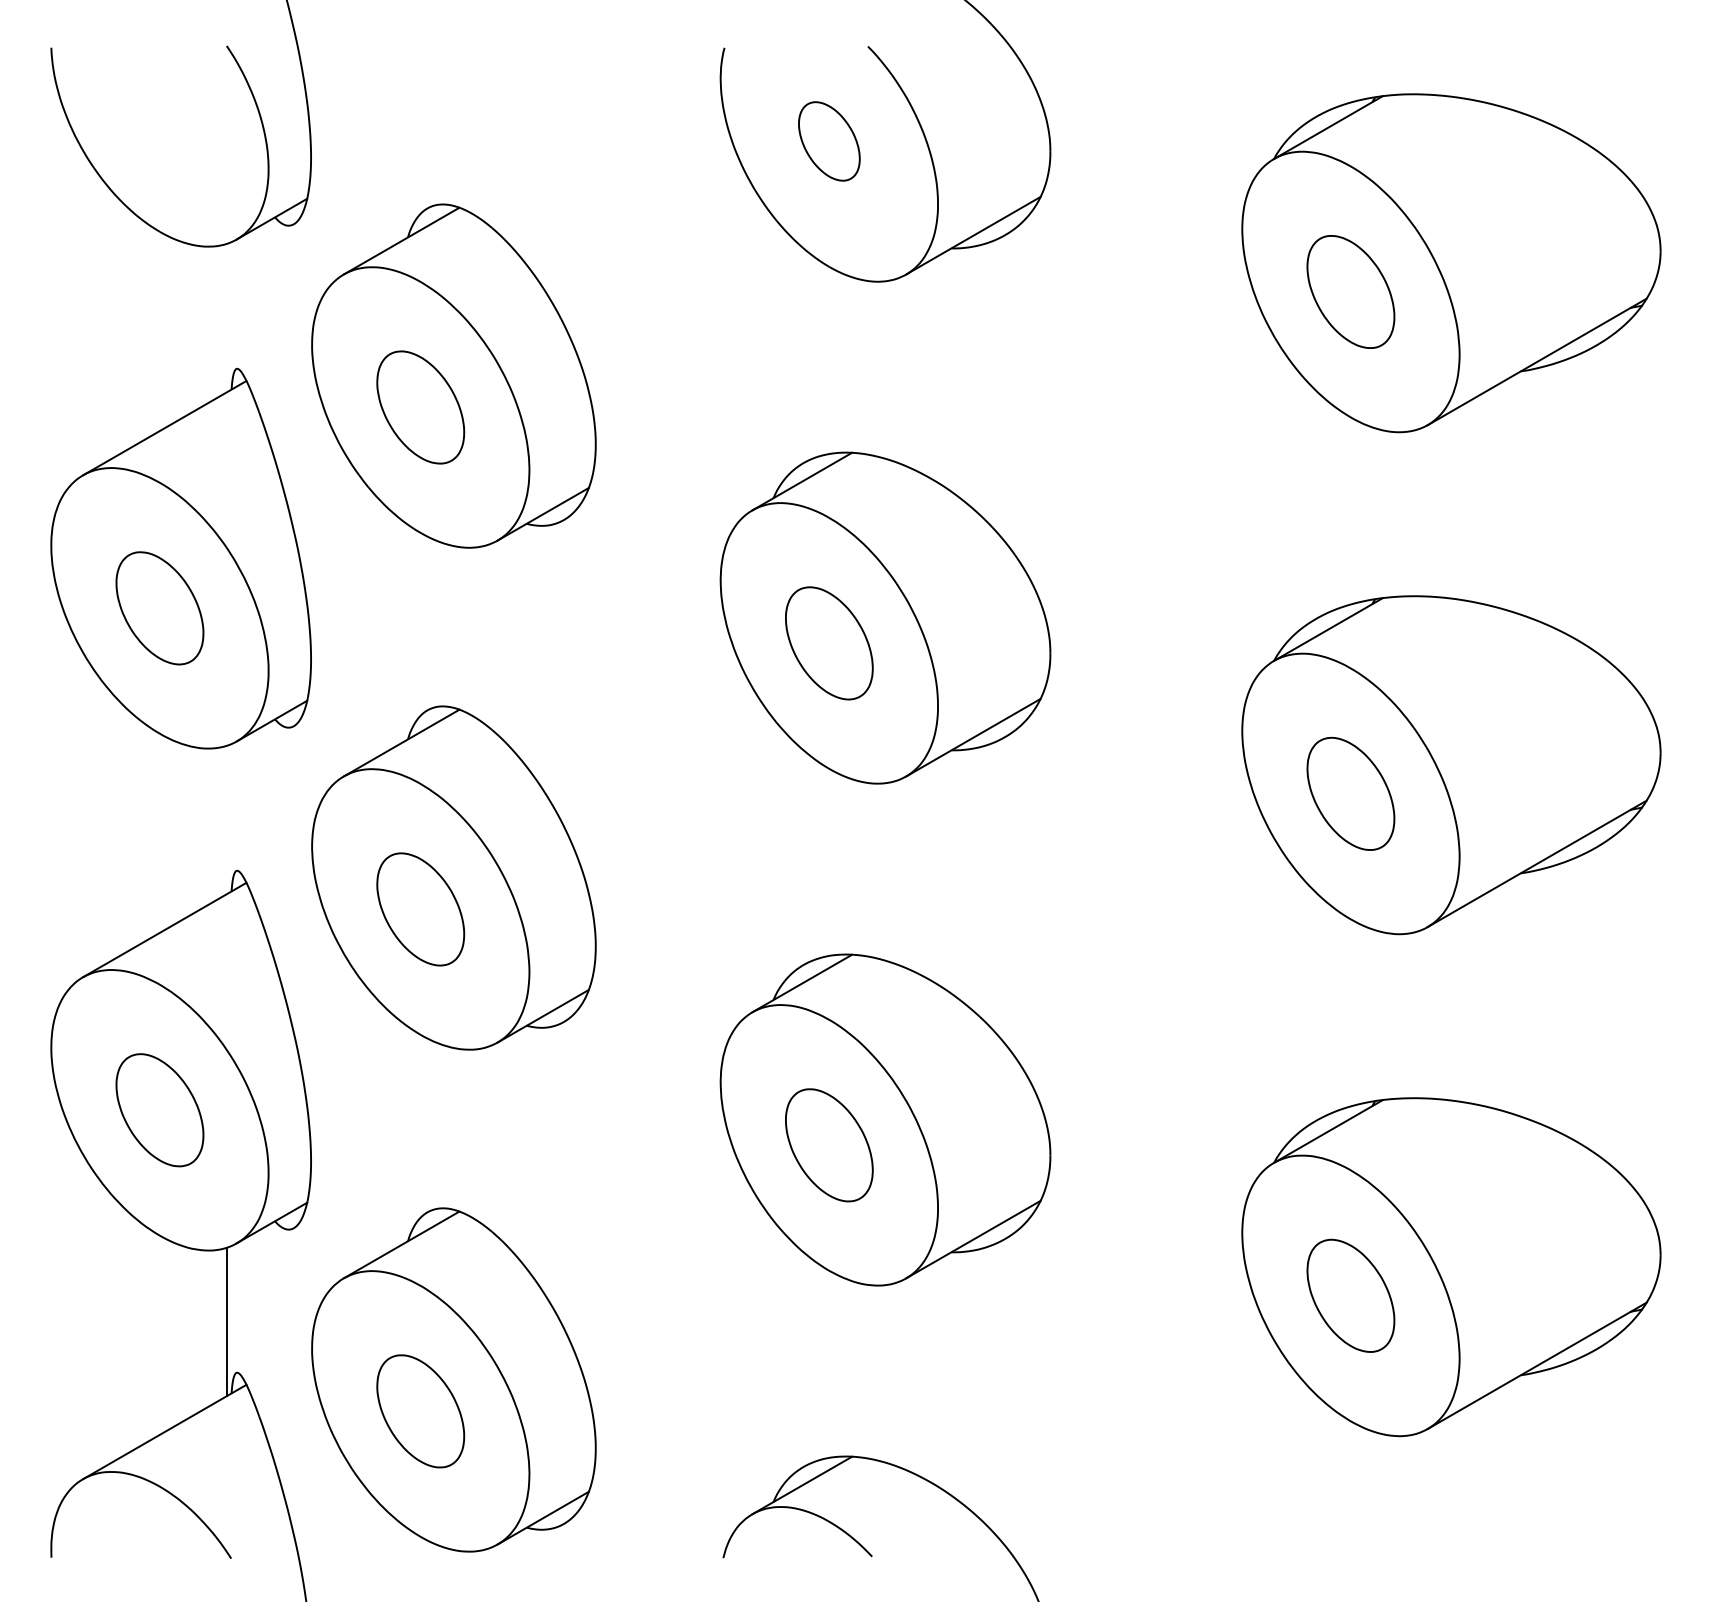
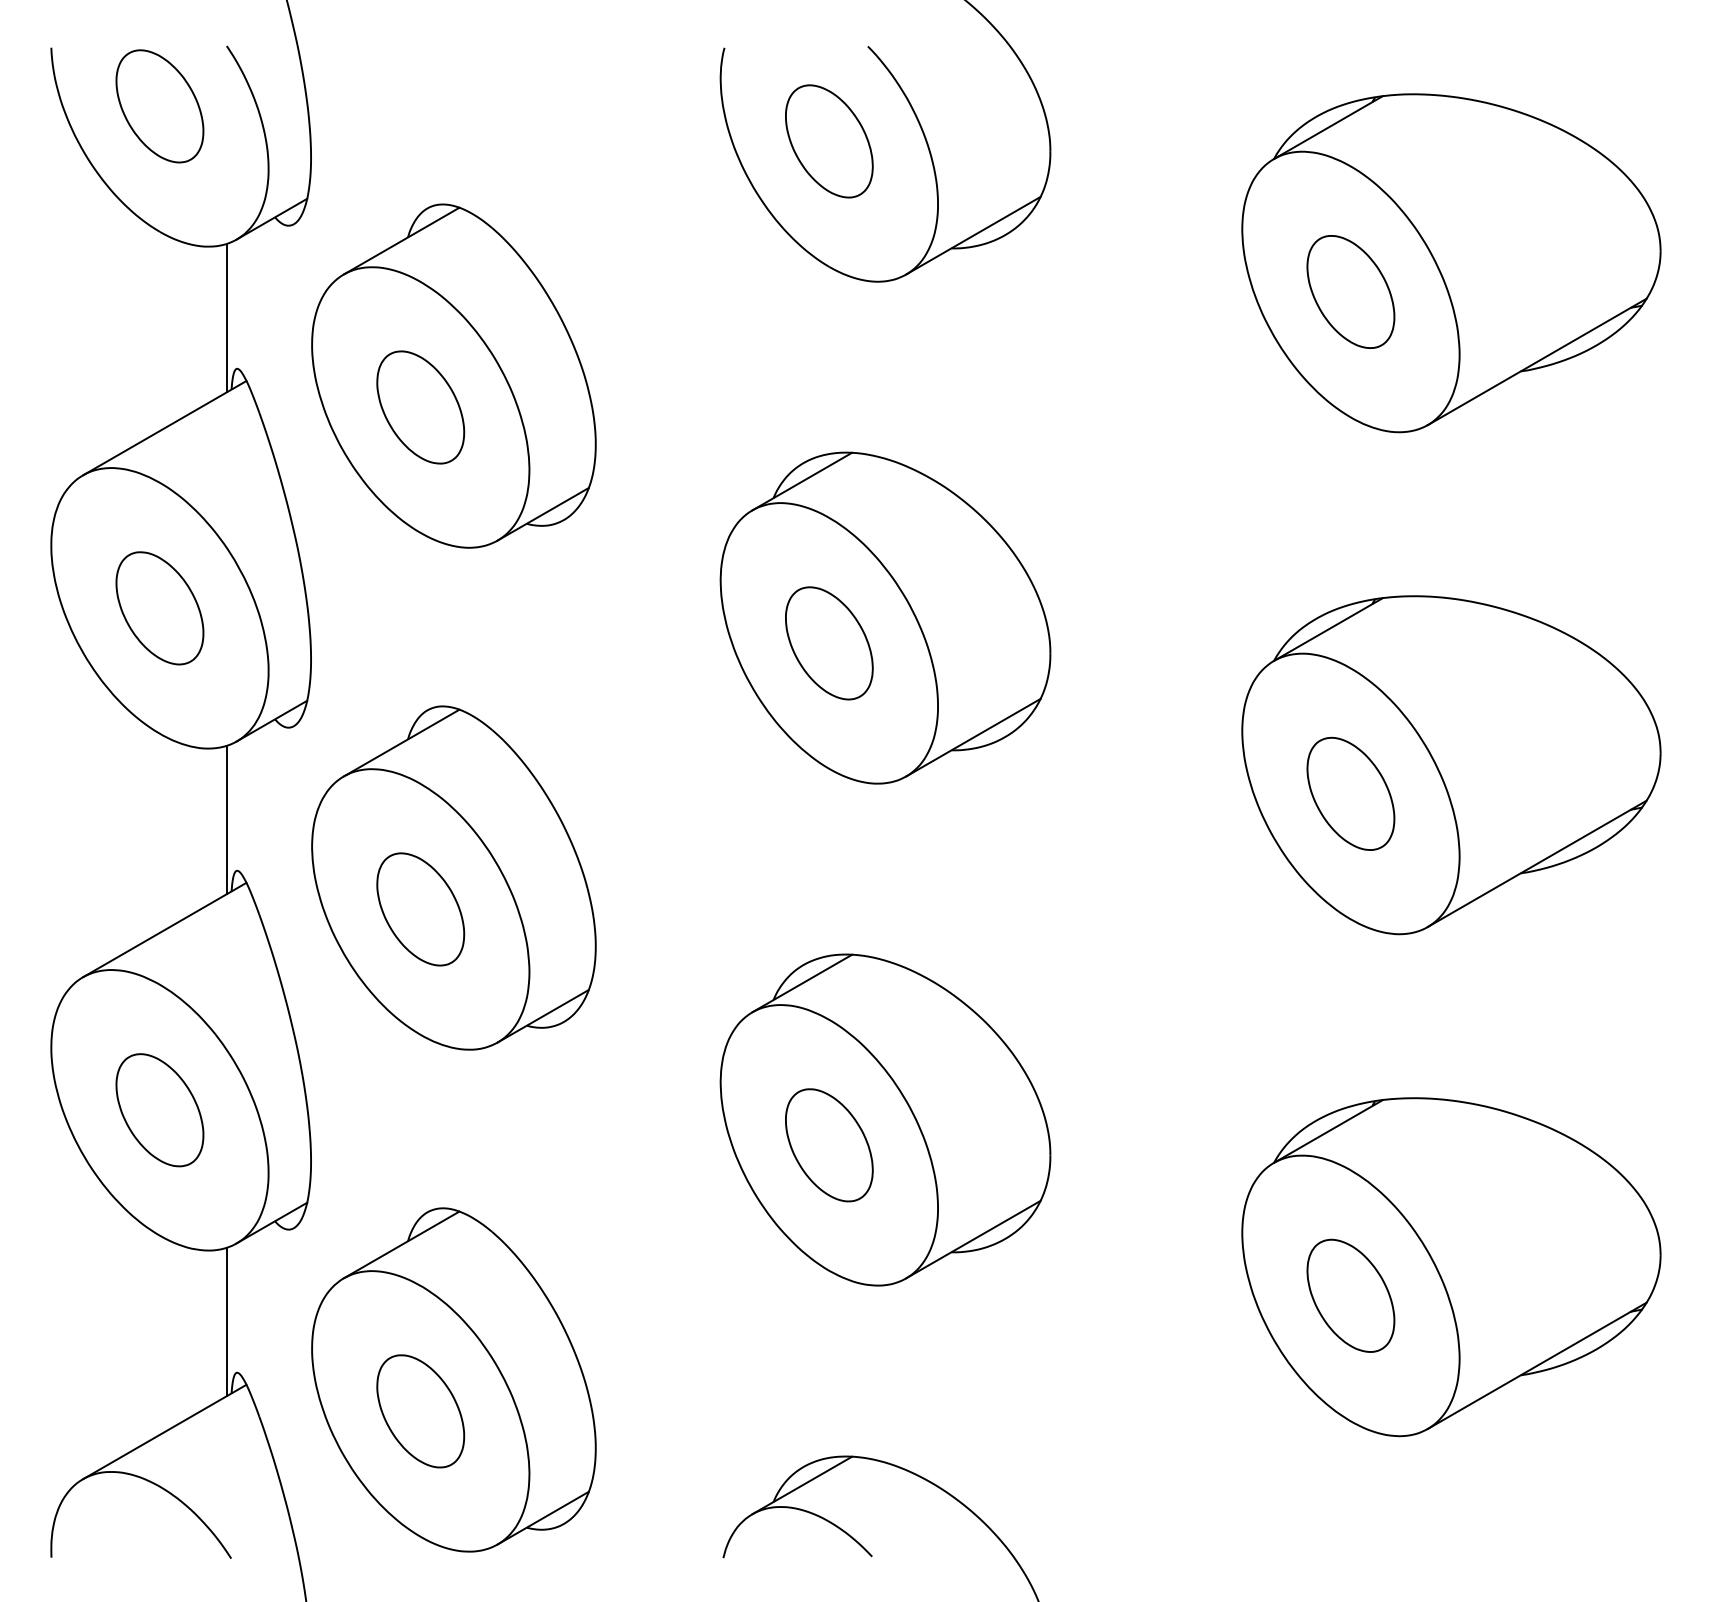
part at (159, 106): none -> present
part at (829, 141) size: 63x81 px -> 89x115 px
line at (227, 317): none -> present
line at (227, 819): none -> present
